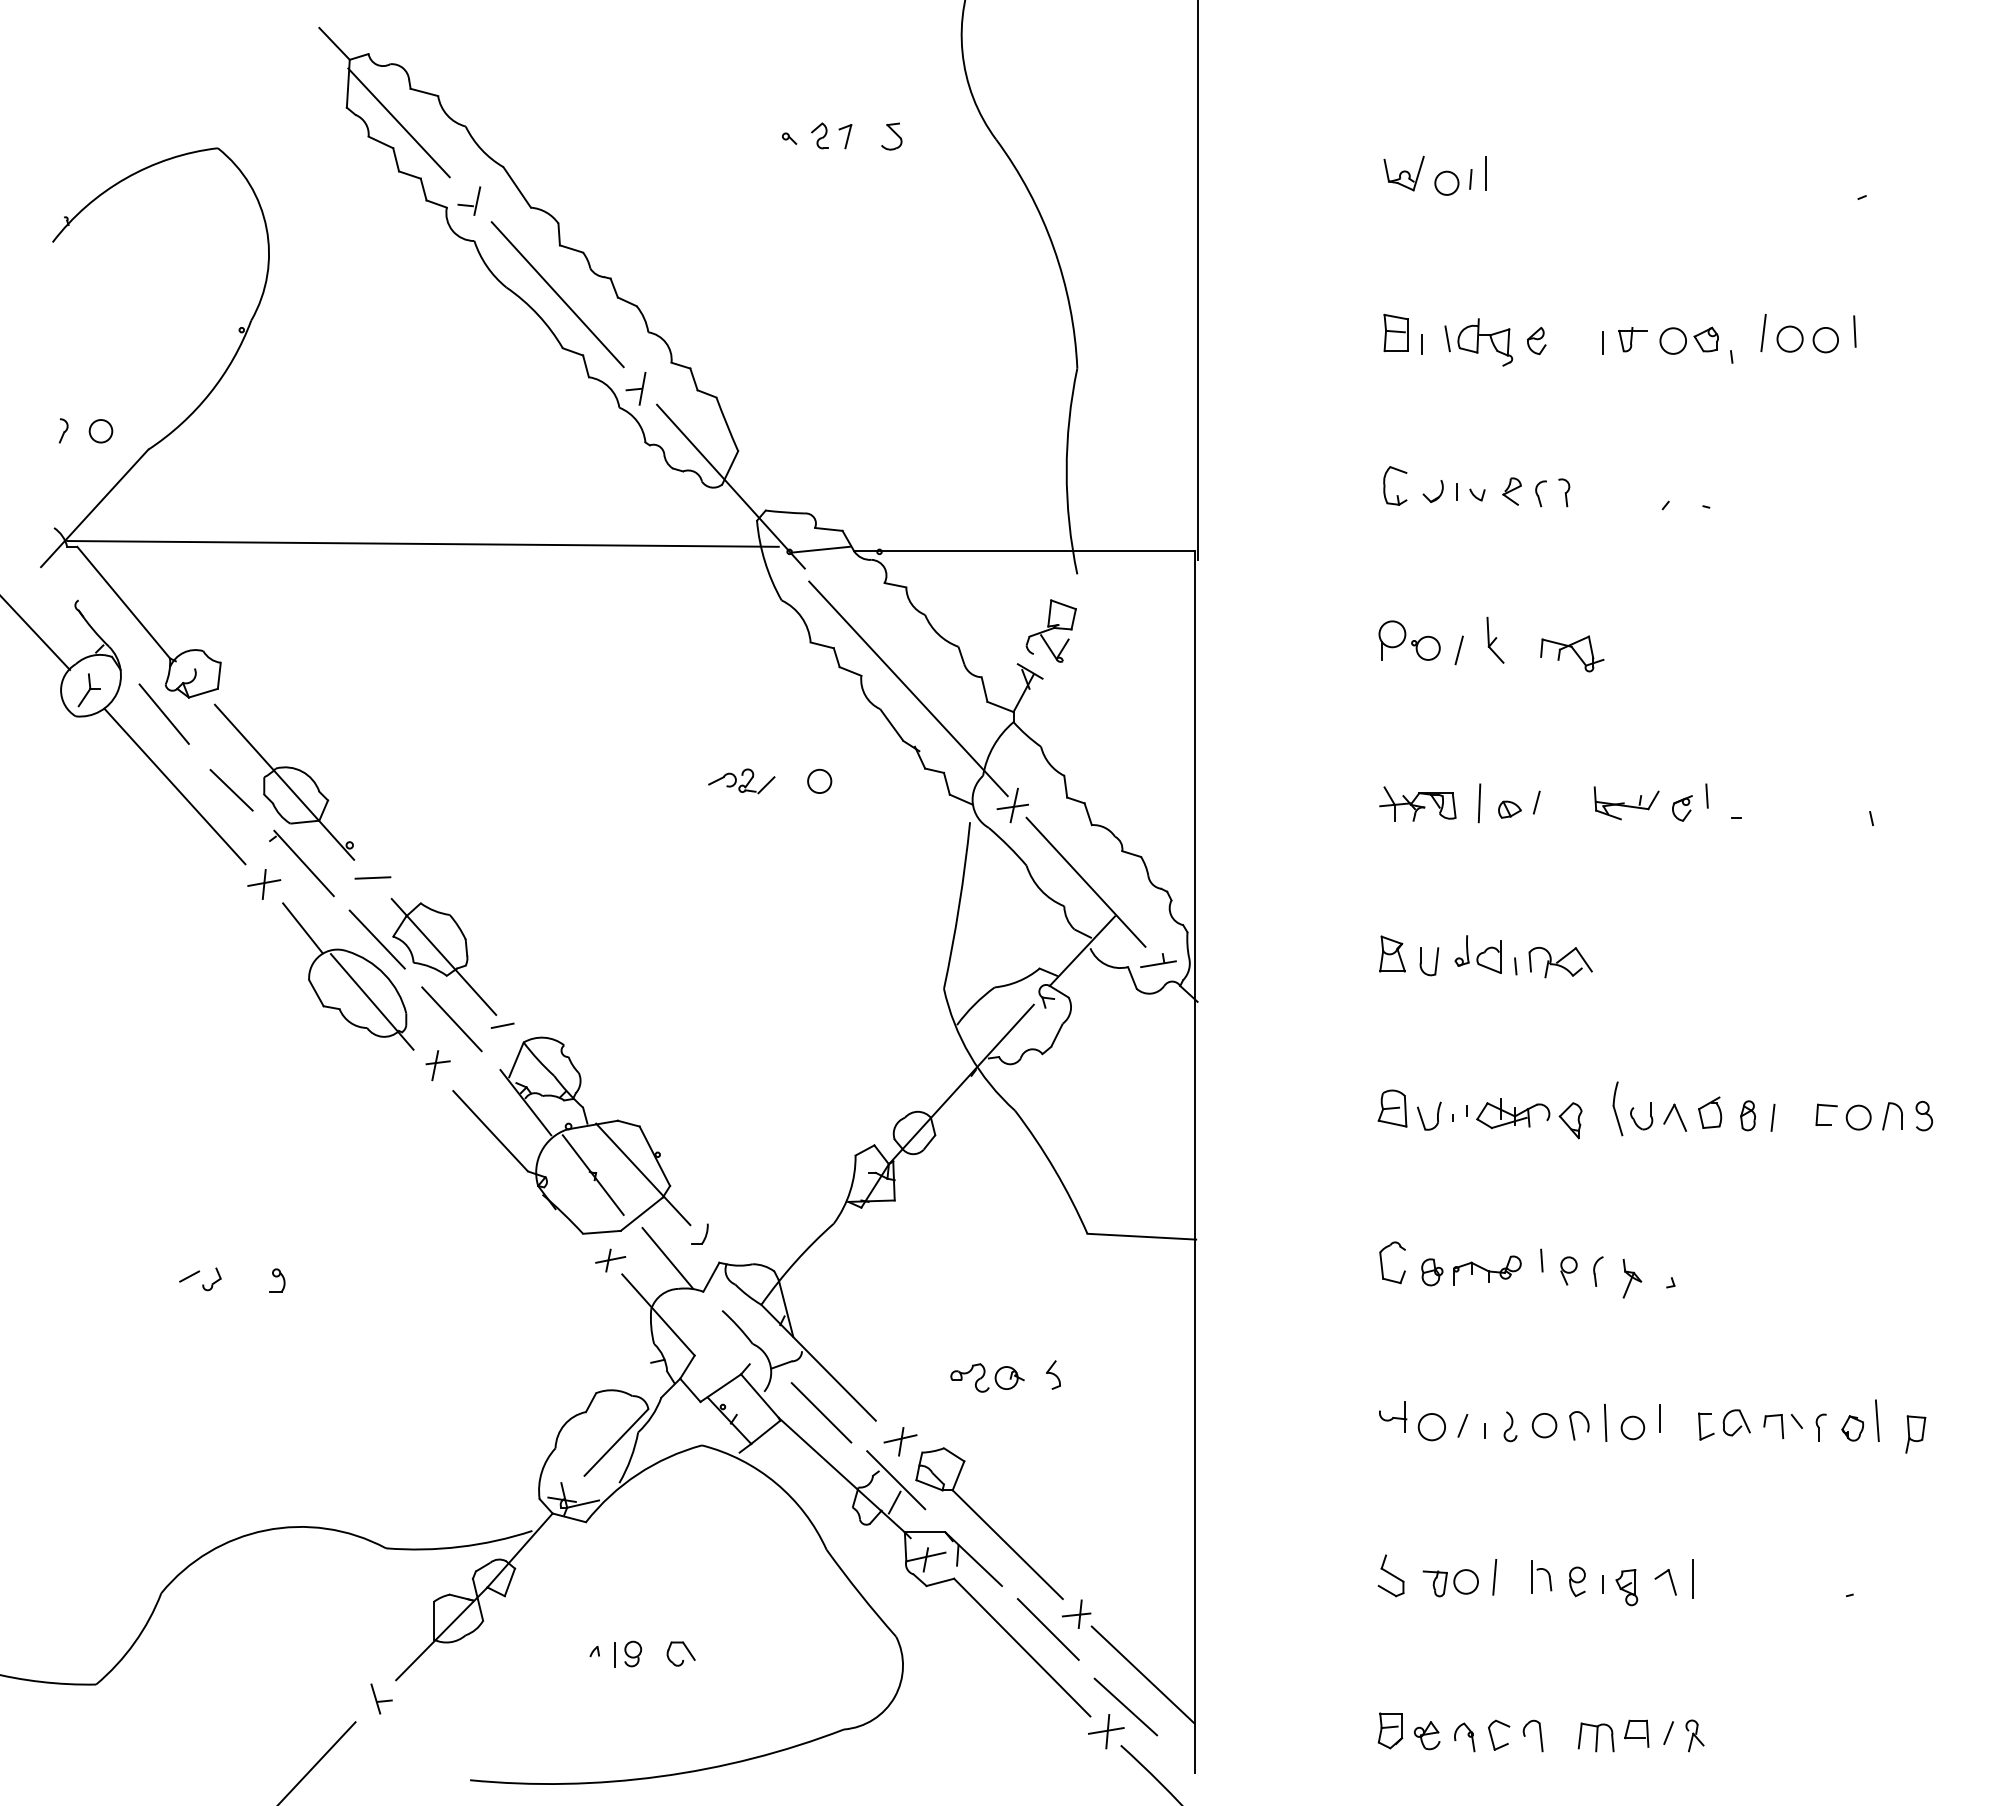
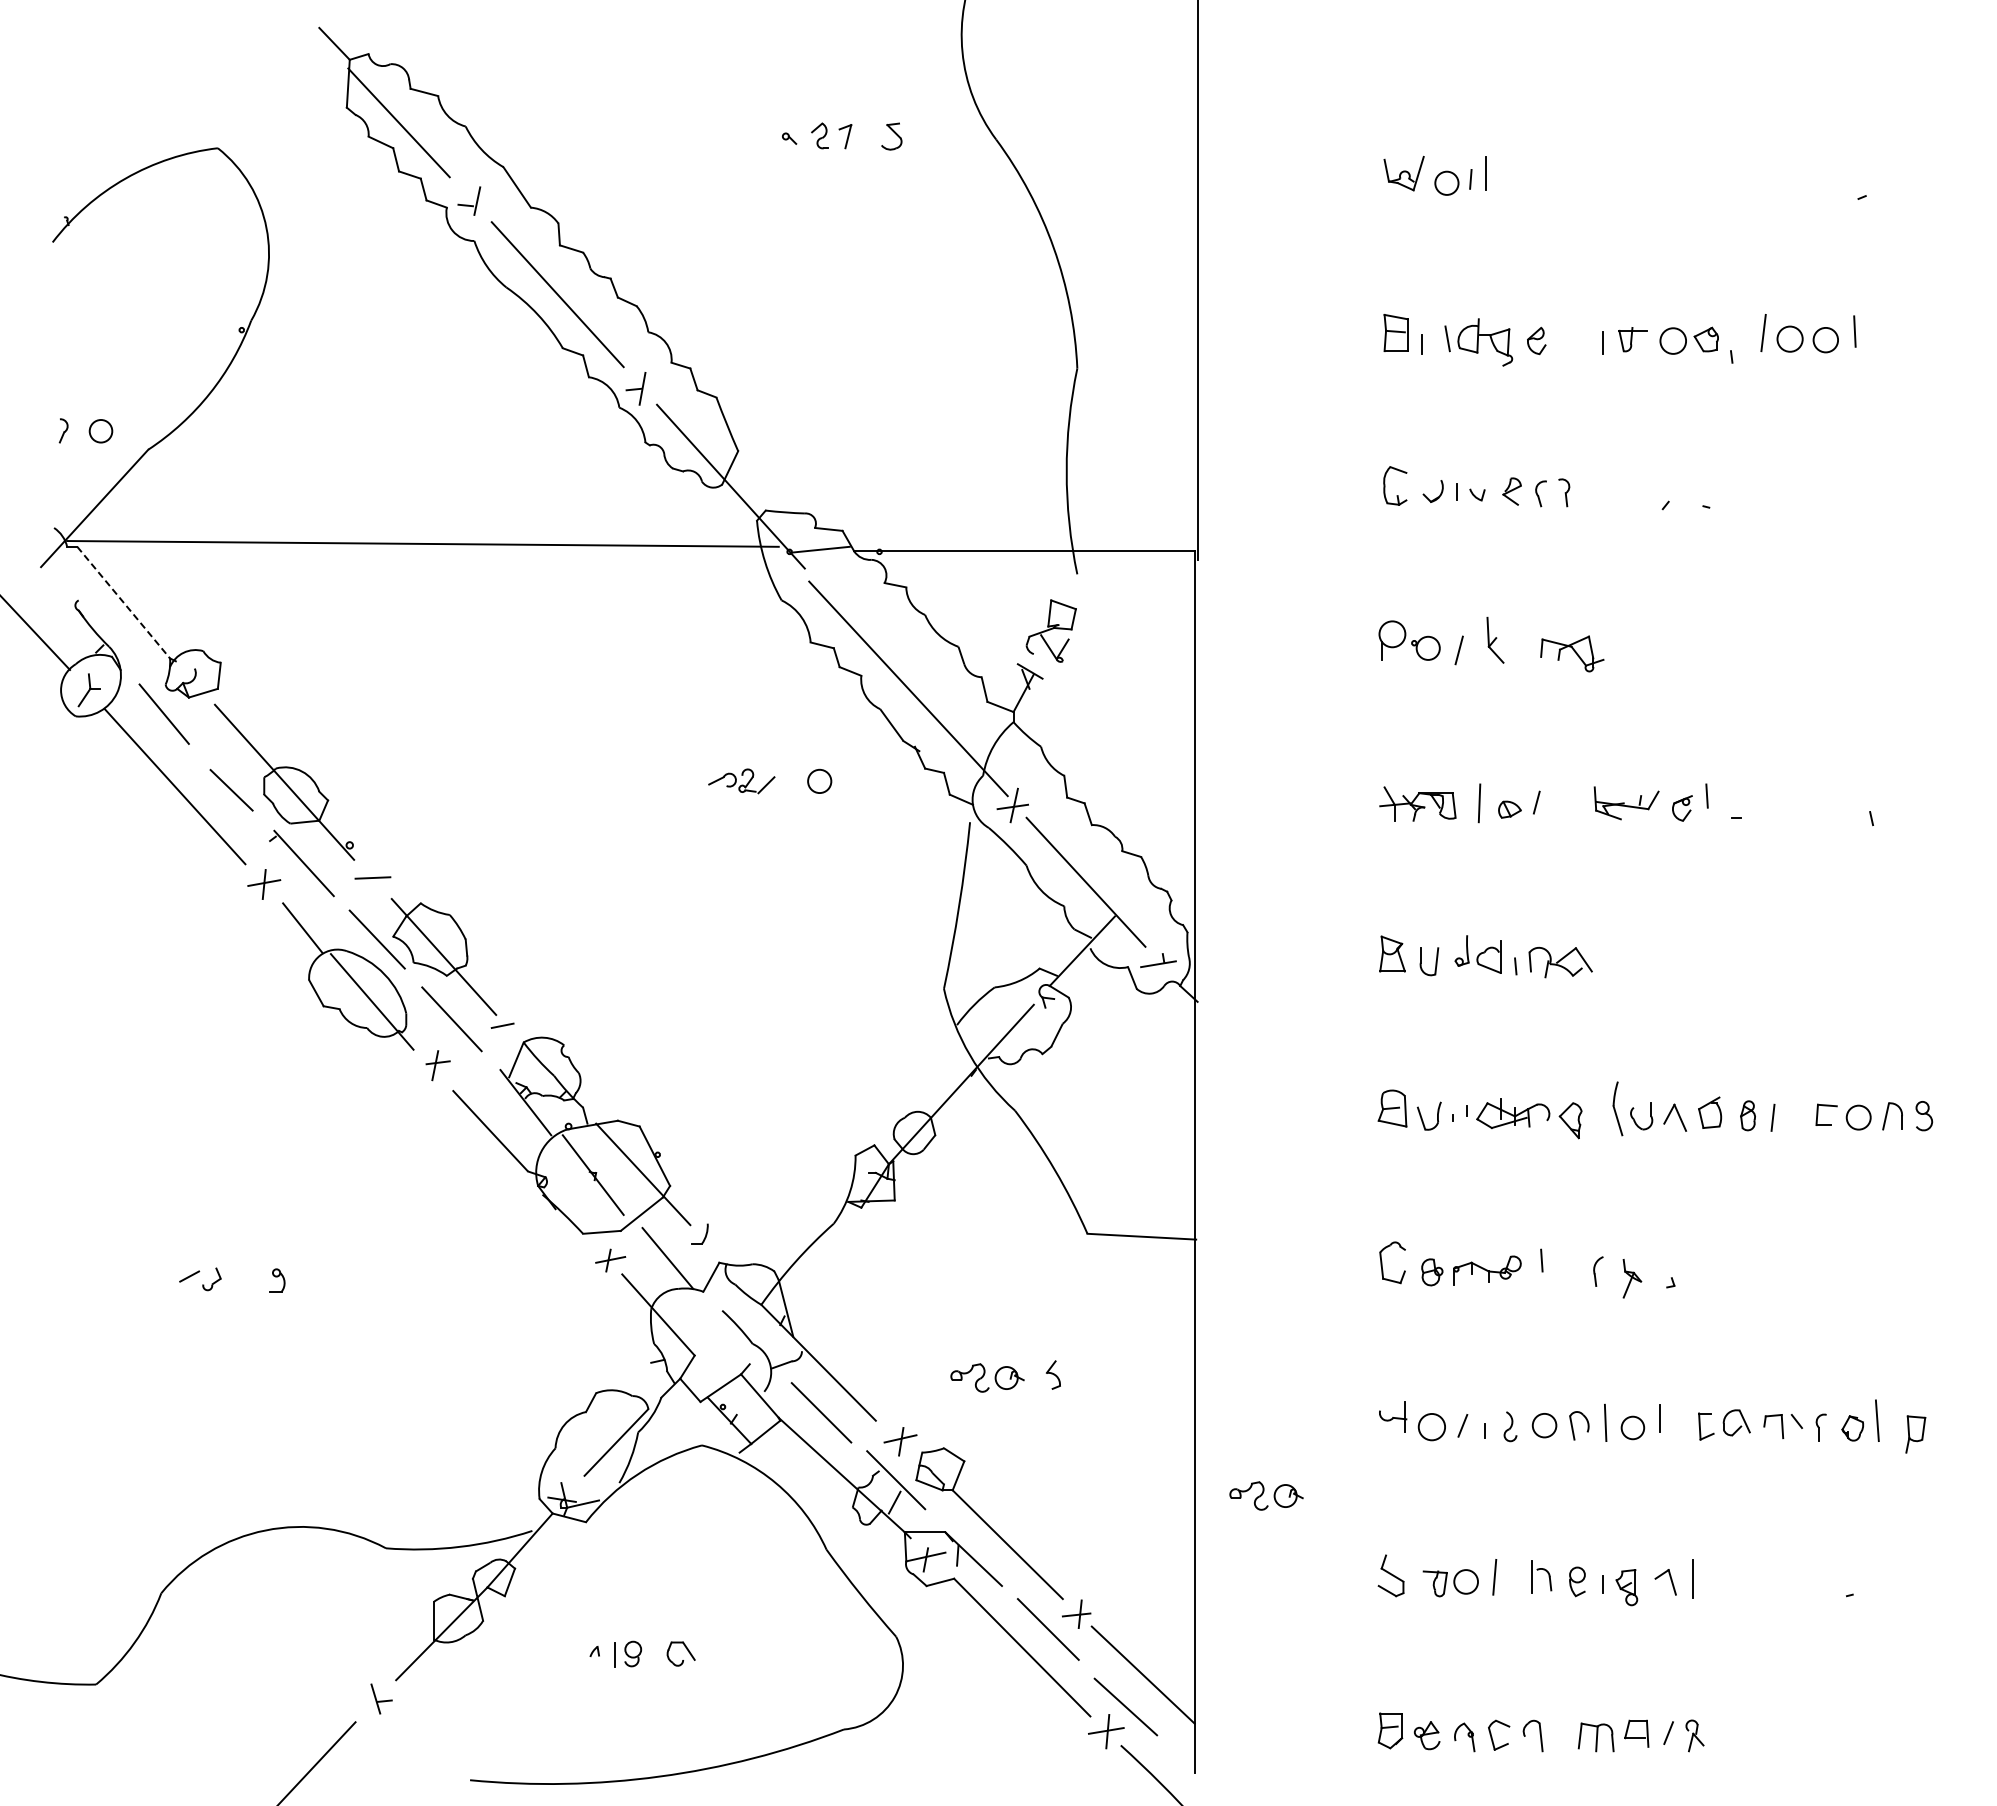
line at (123, 602): solid -> dashed
part at (1568, 1270): present -> none
part at (1266, 1495): none -> present
